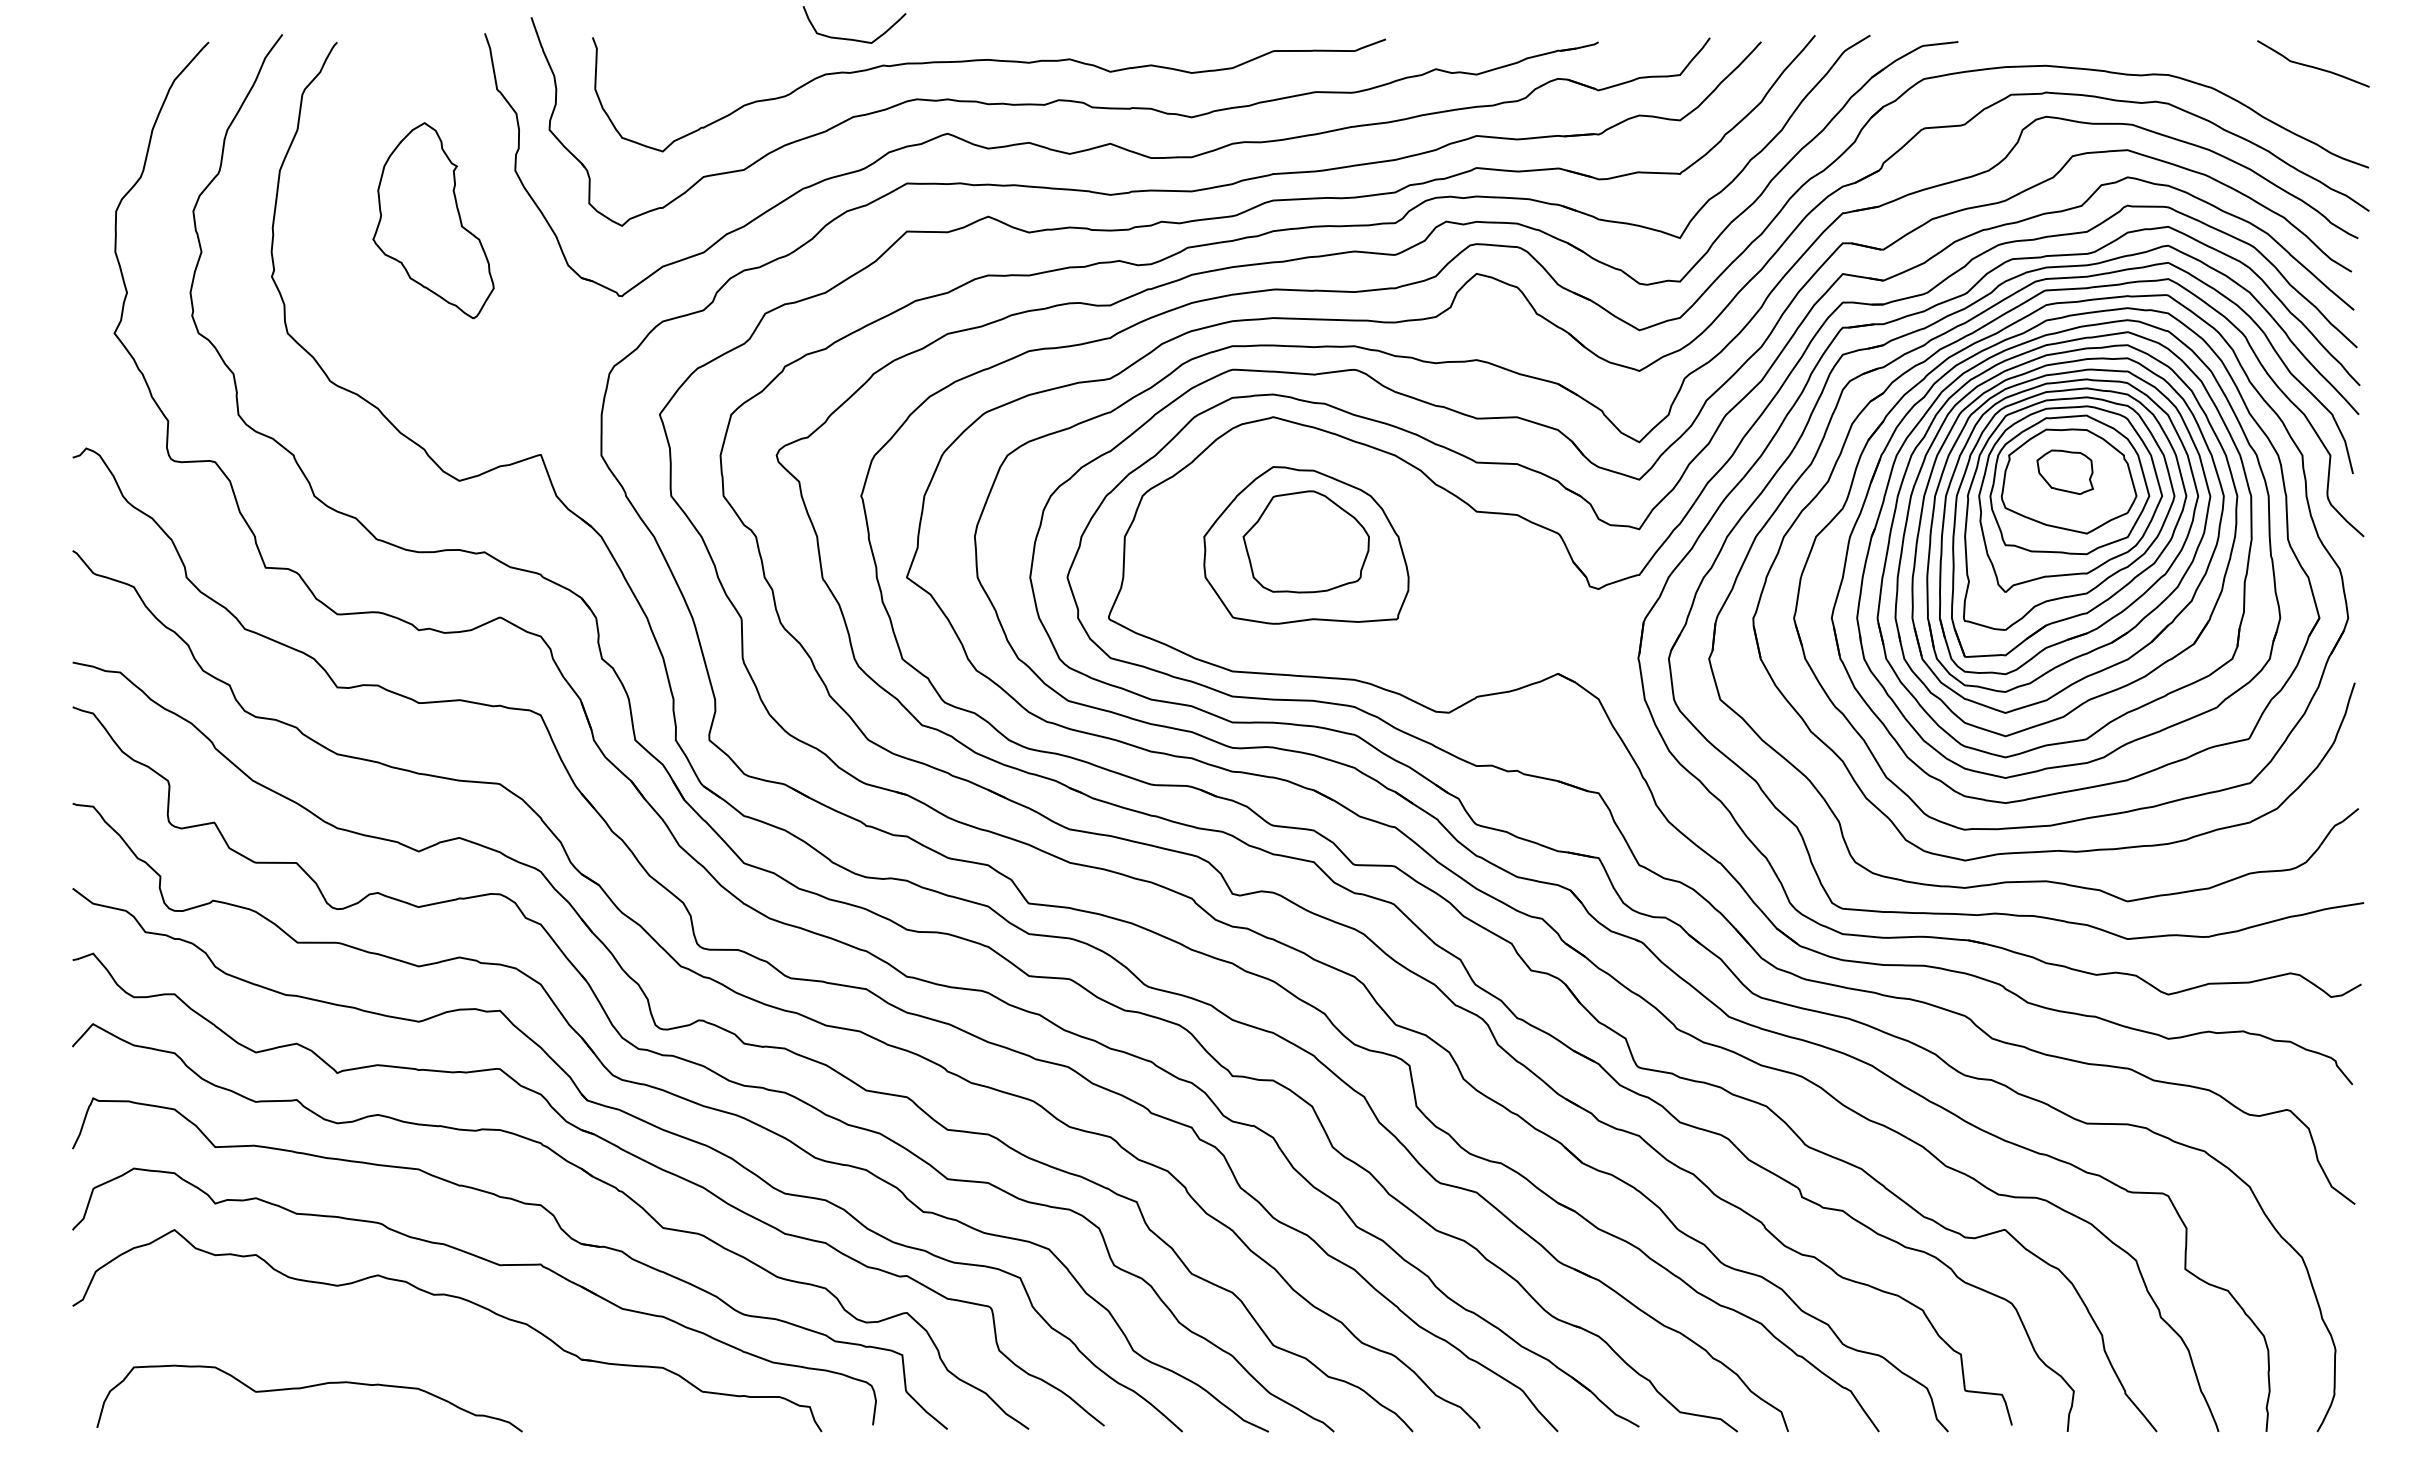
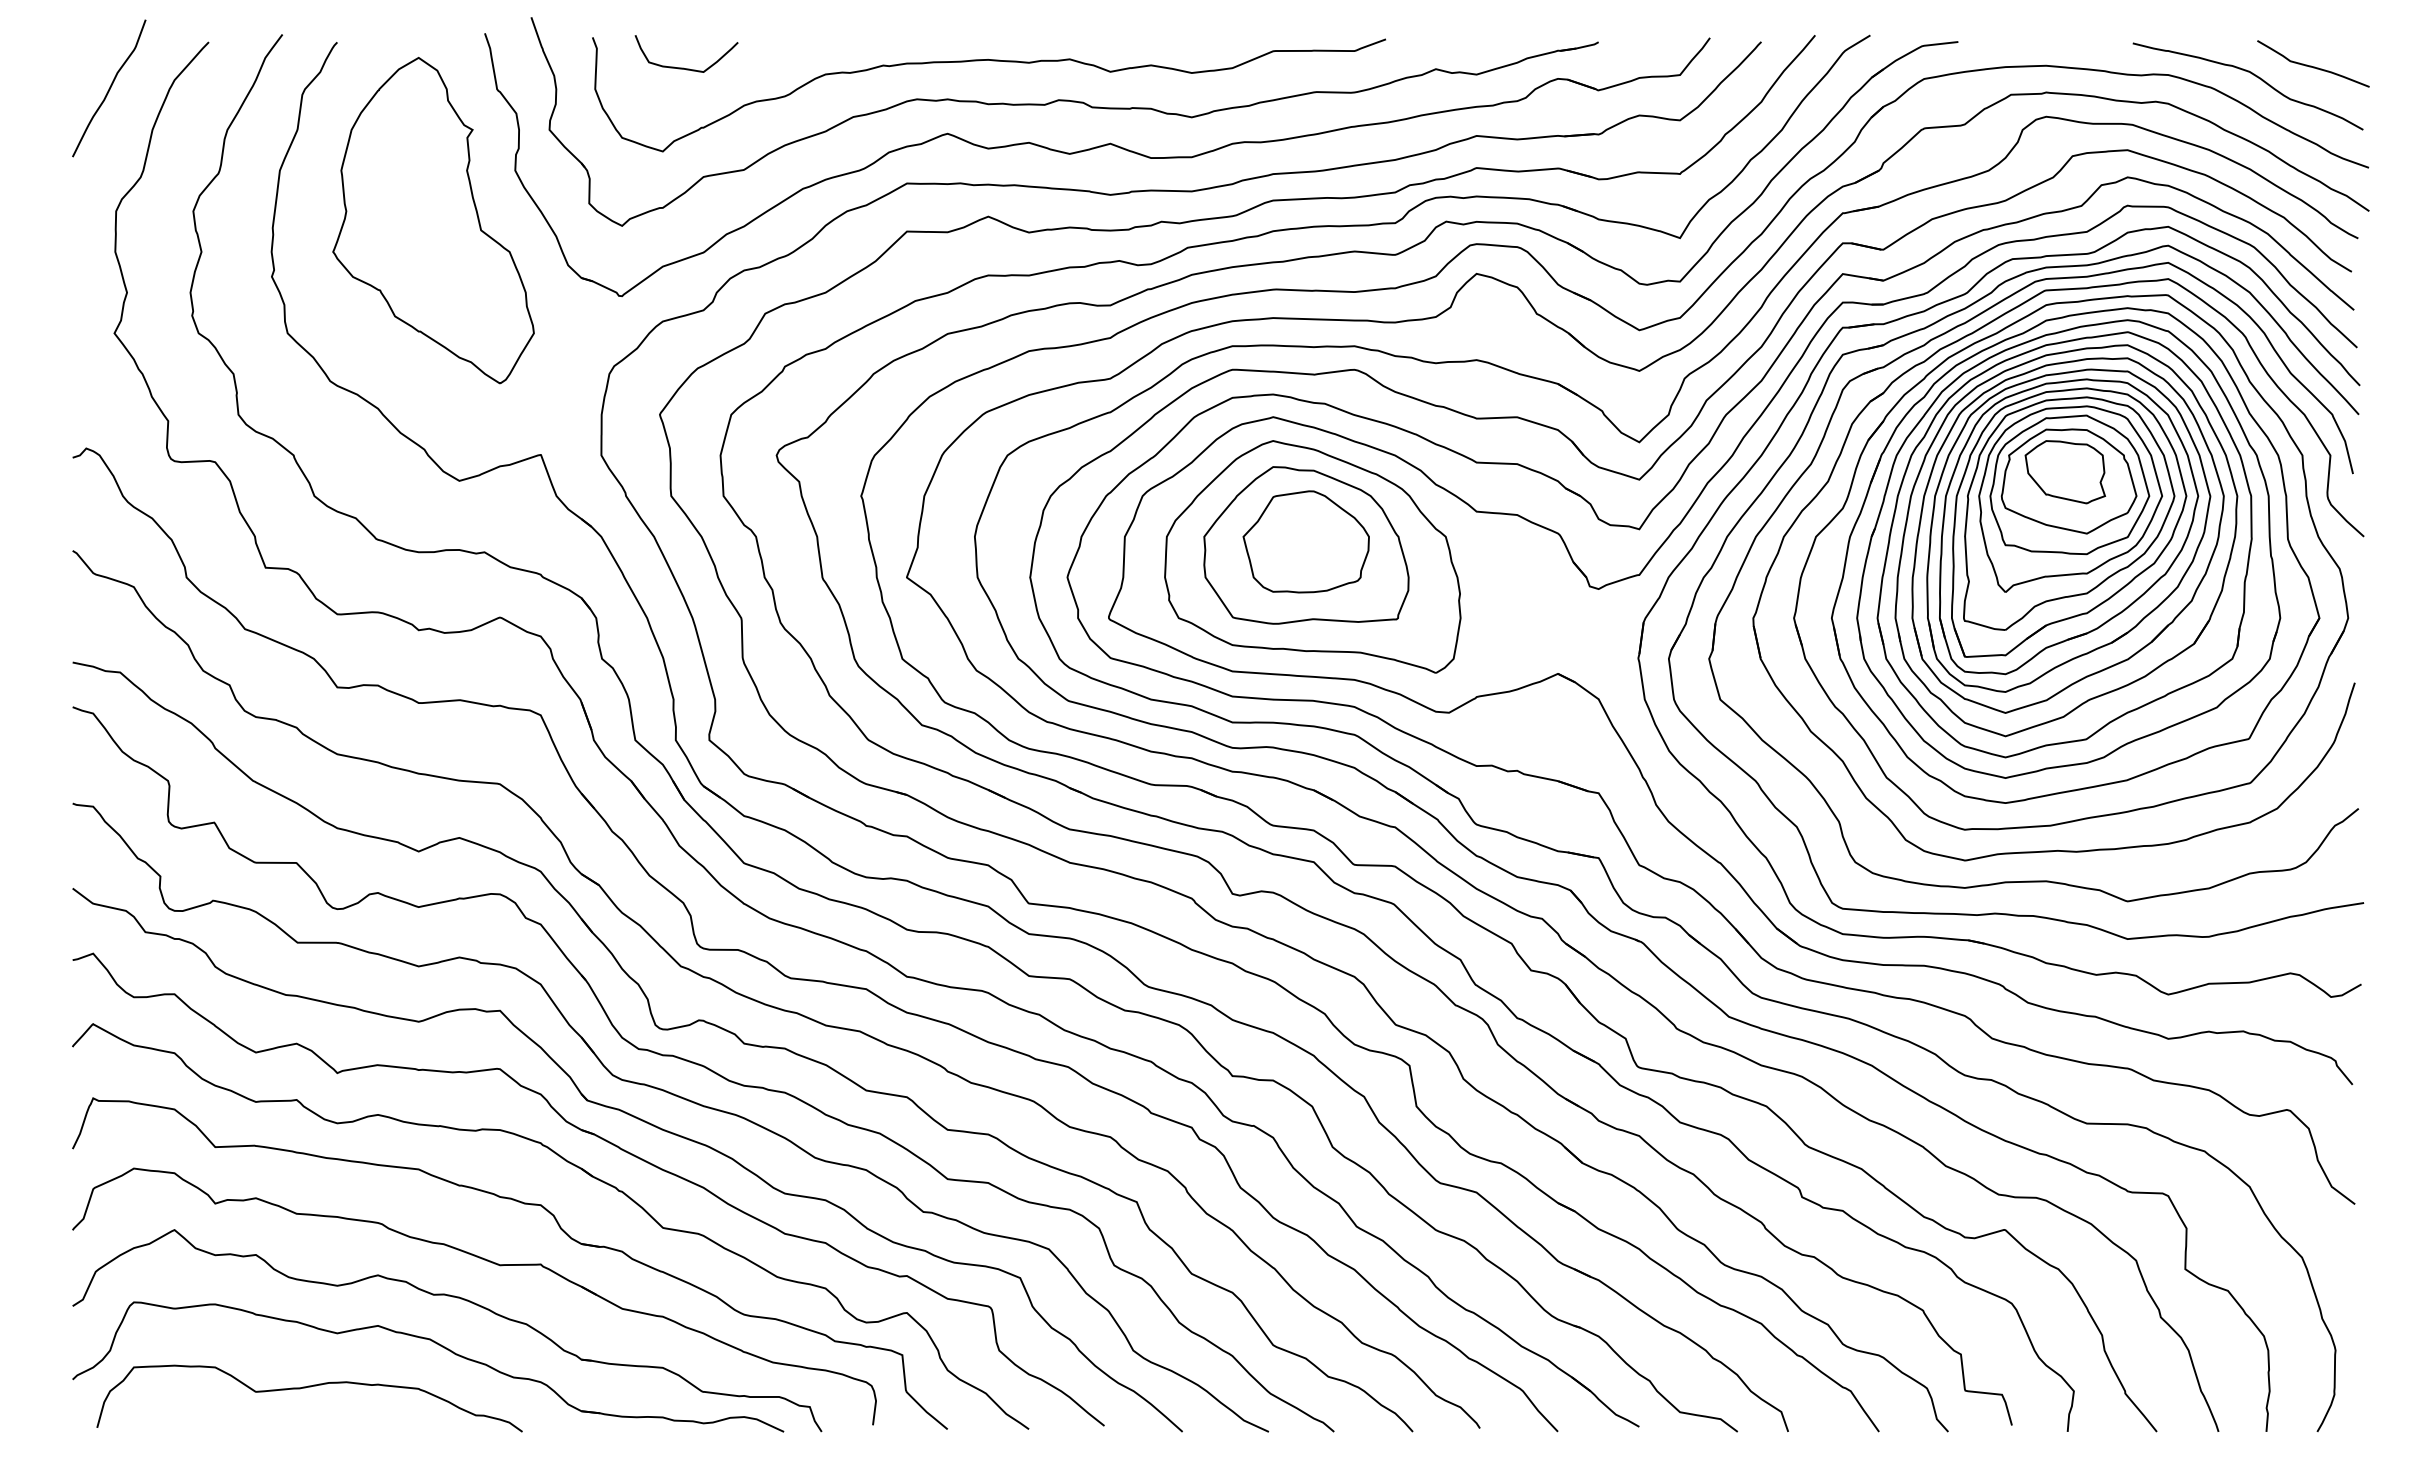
curve at (851, 38) position: (851, 38) -> (683, 67)
curve at (2253, 75): none -> present
curve at (109, 88): none -> present
part at (433, 220) size: 123x198 px -> 203x328 px
part at (2064, 471) size: 58x46 px -> 82x65 px
part at (1312, 556): none -> present
part at (438, 1345): none -> present
